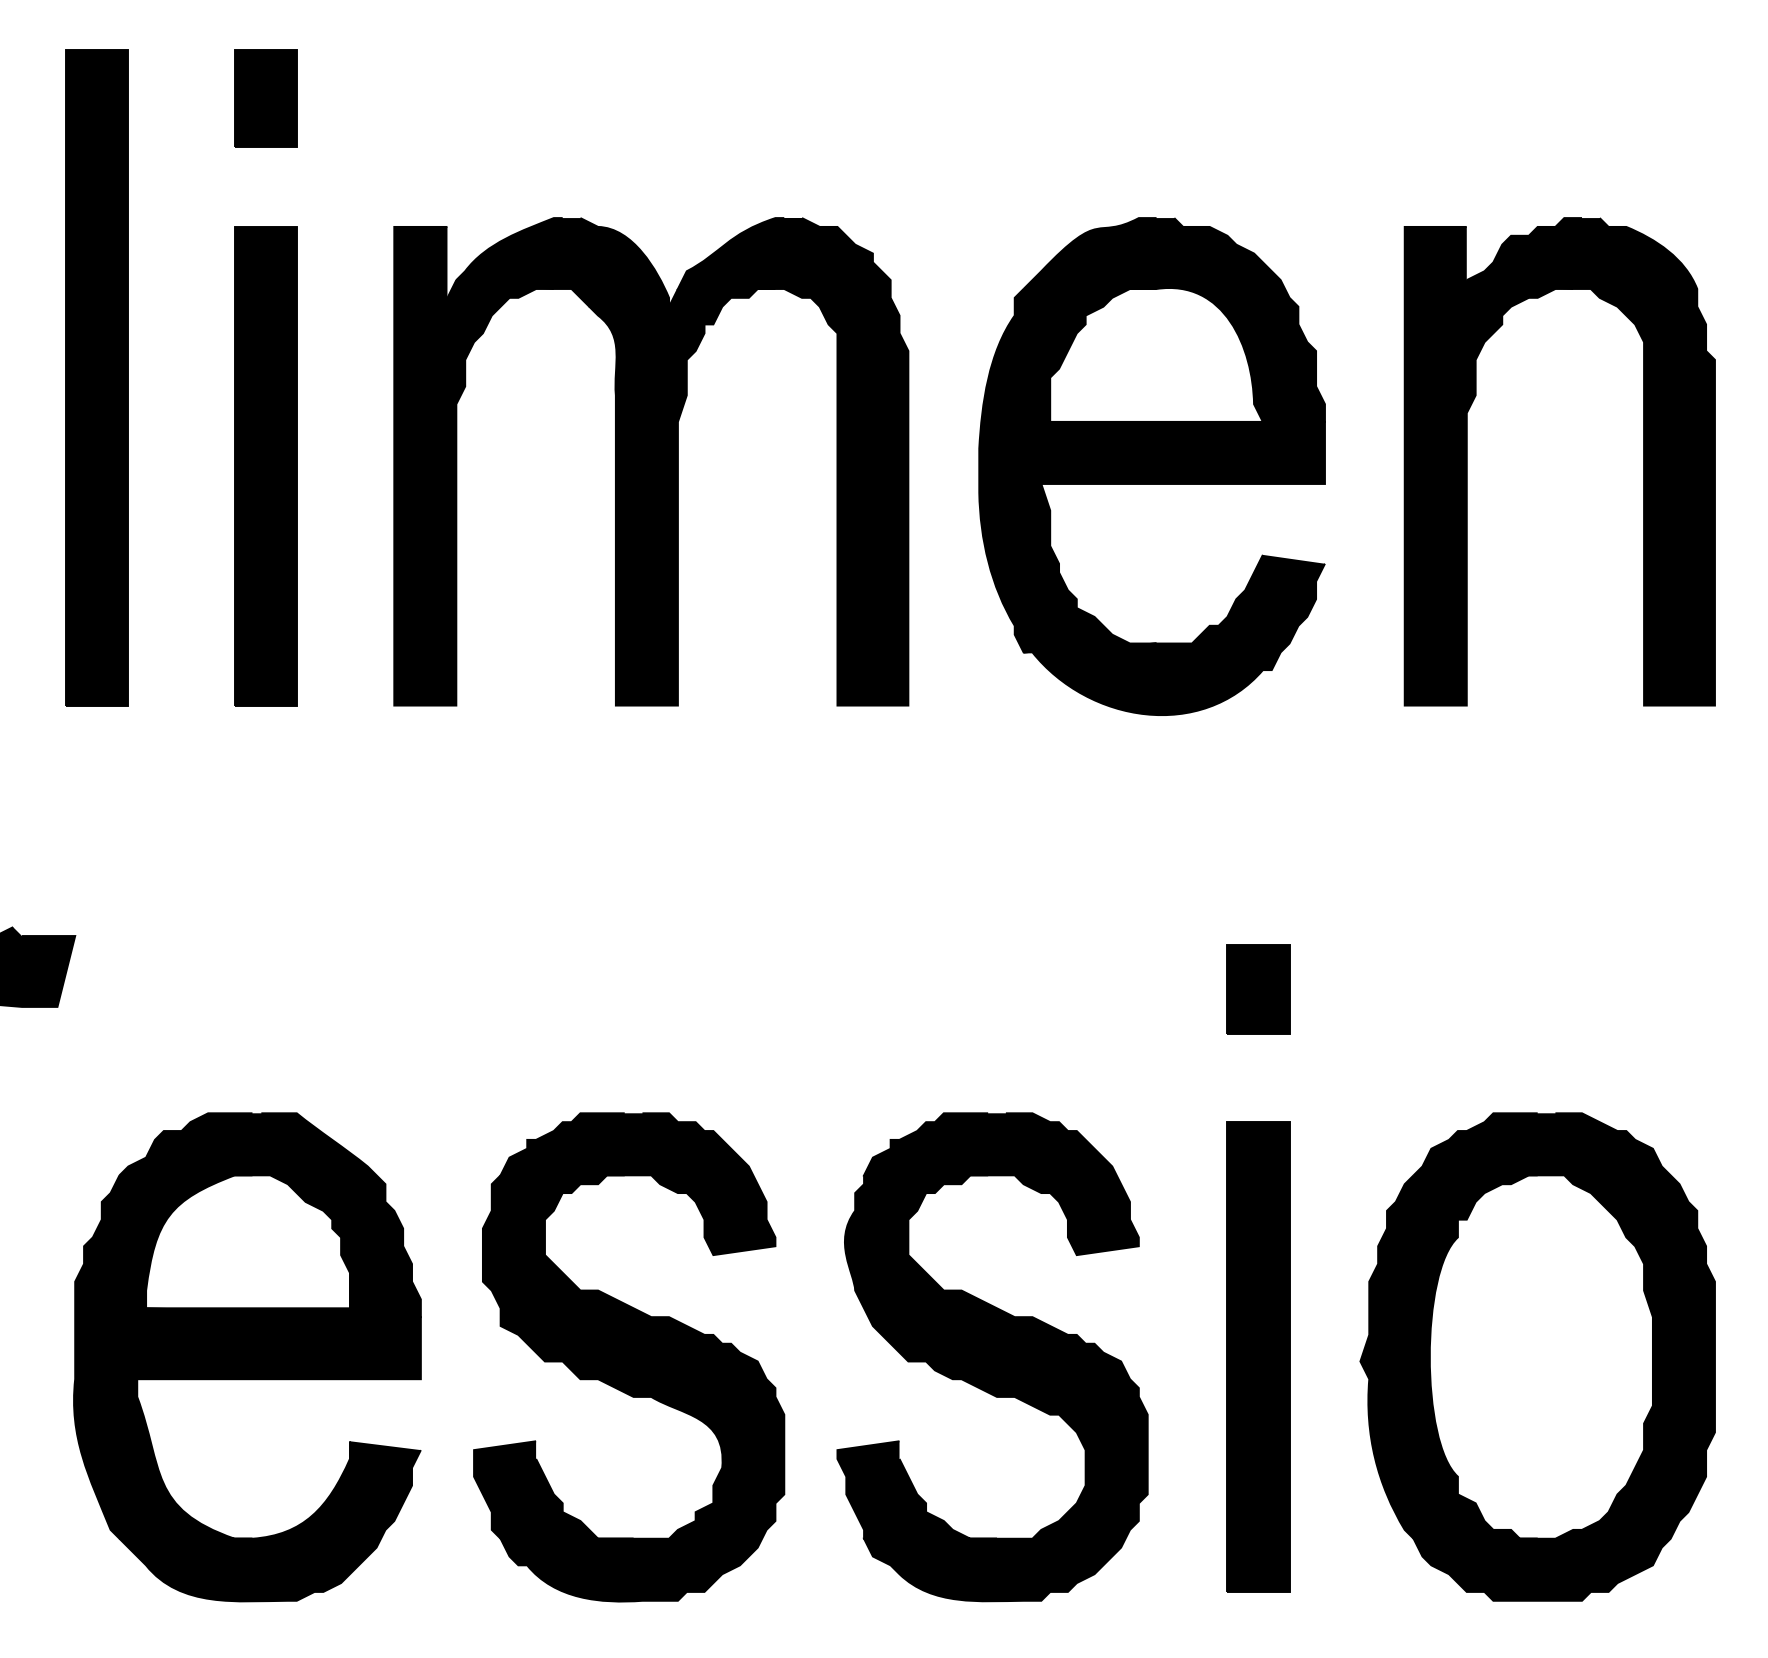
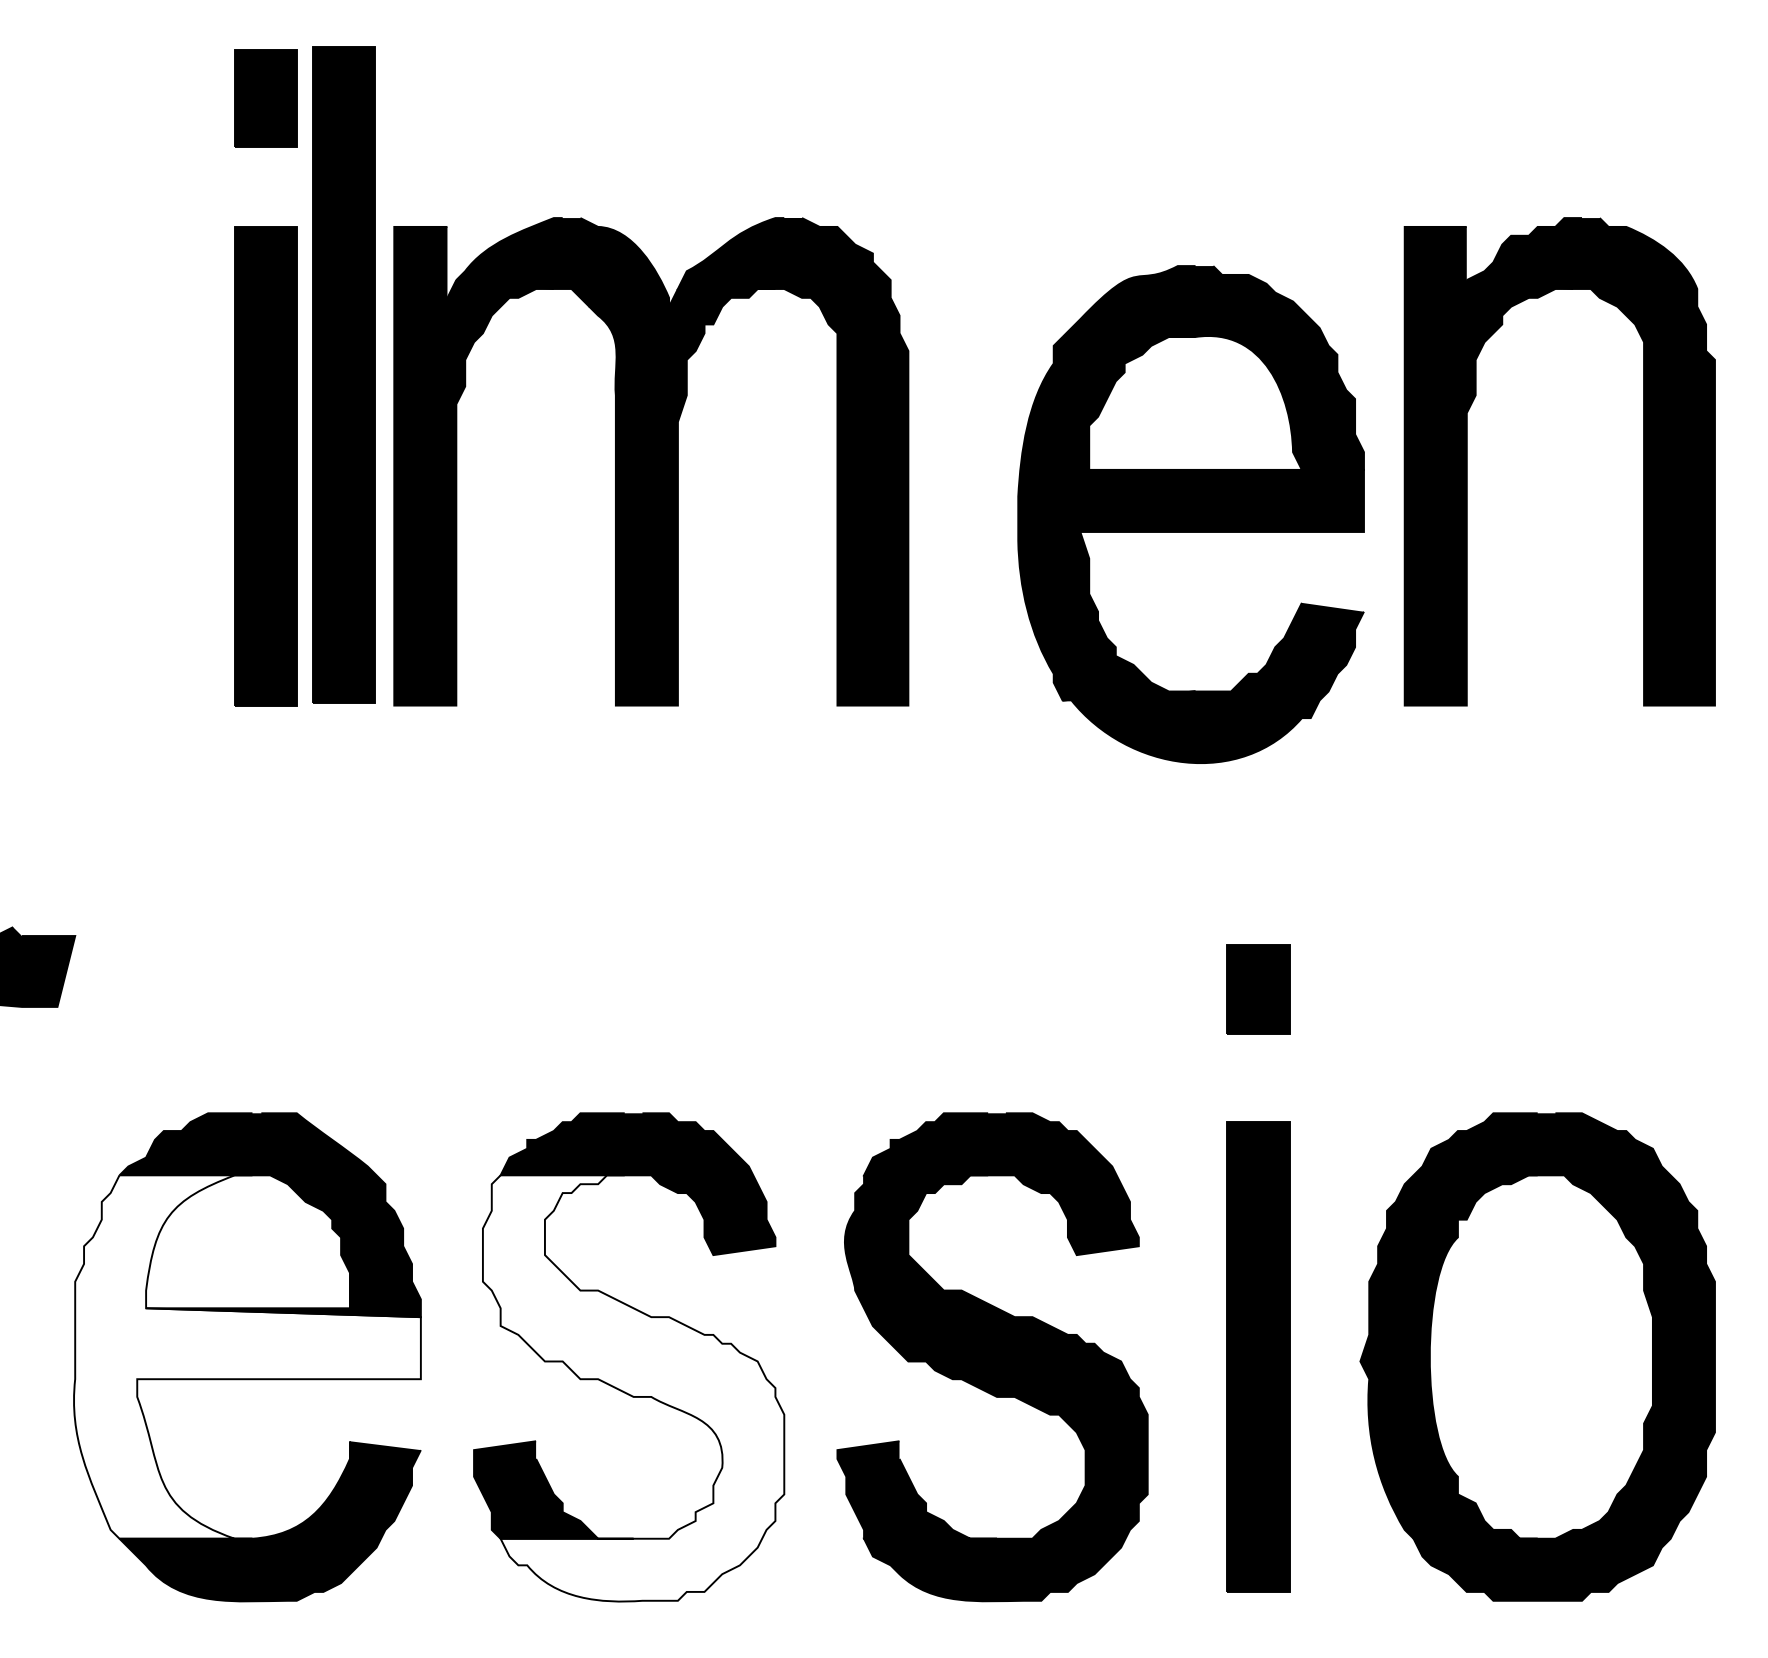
part at (96, 377) position: (96, 377) -> (343, 374)
part at (1151, 466) position: (1151, 466) -> (1190, 514)
fill at (247, 1356): present -> none
fill at (633, 1388): present -> none
